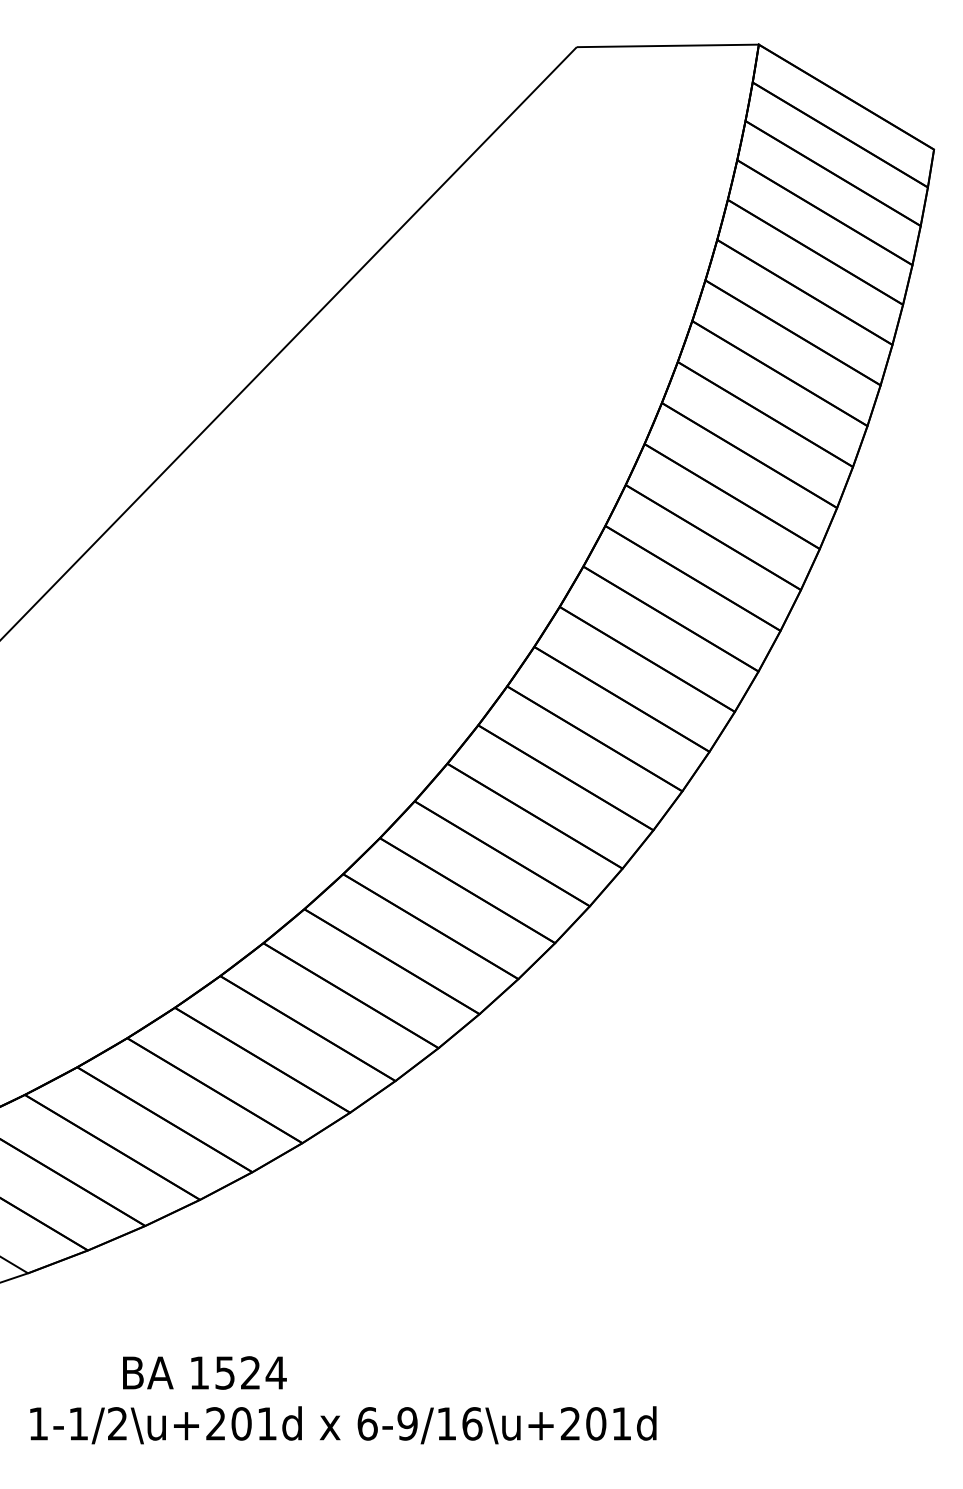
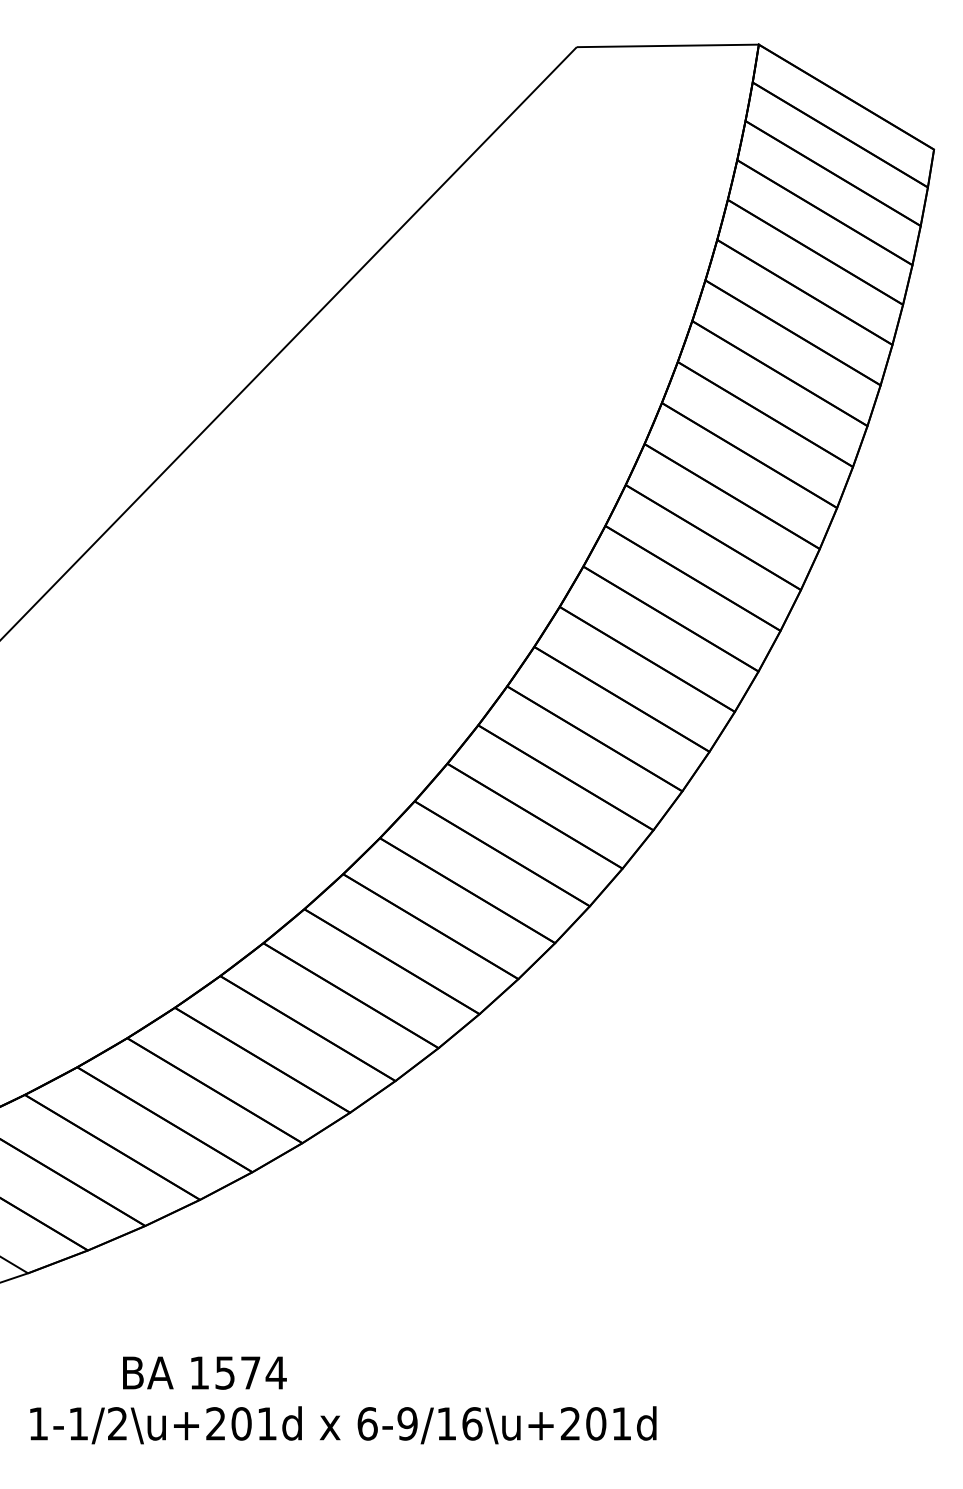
text at (250, 1372): 1524 -> 1574
